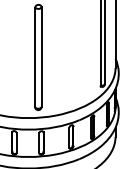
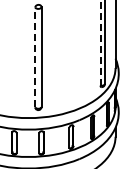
line at (100, 42): solid -> dashed
line at (35, 57): solid -> dashed
